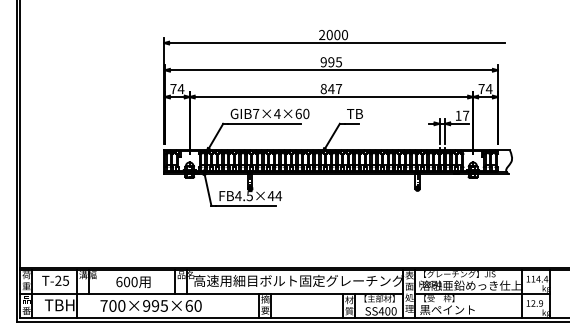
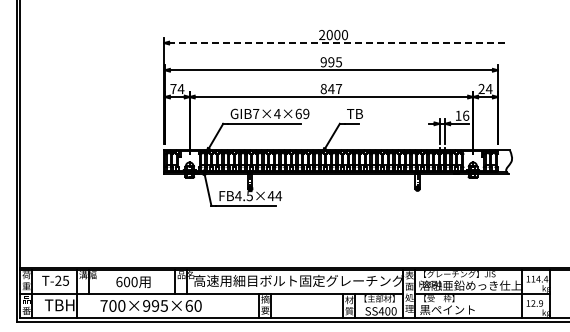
line at (337, 43): solid -> dashed
text at (481, 88): 74 -> 24
text at (306, 113): GIB7×4×60 -> GIB7×4×69
text at (466, 115): 17 -> 16
